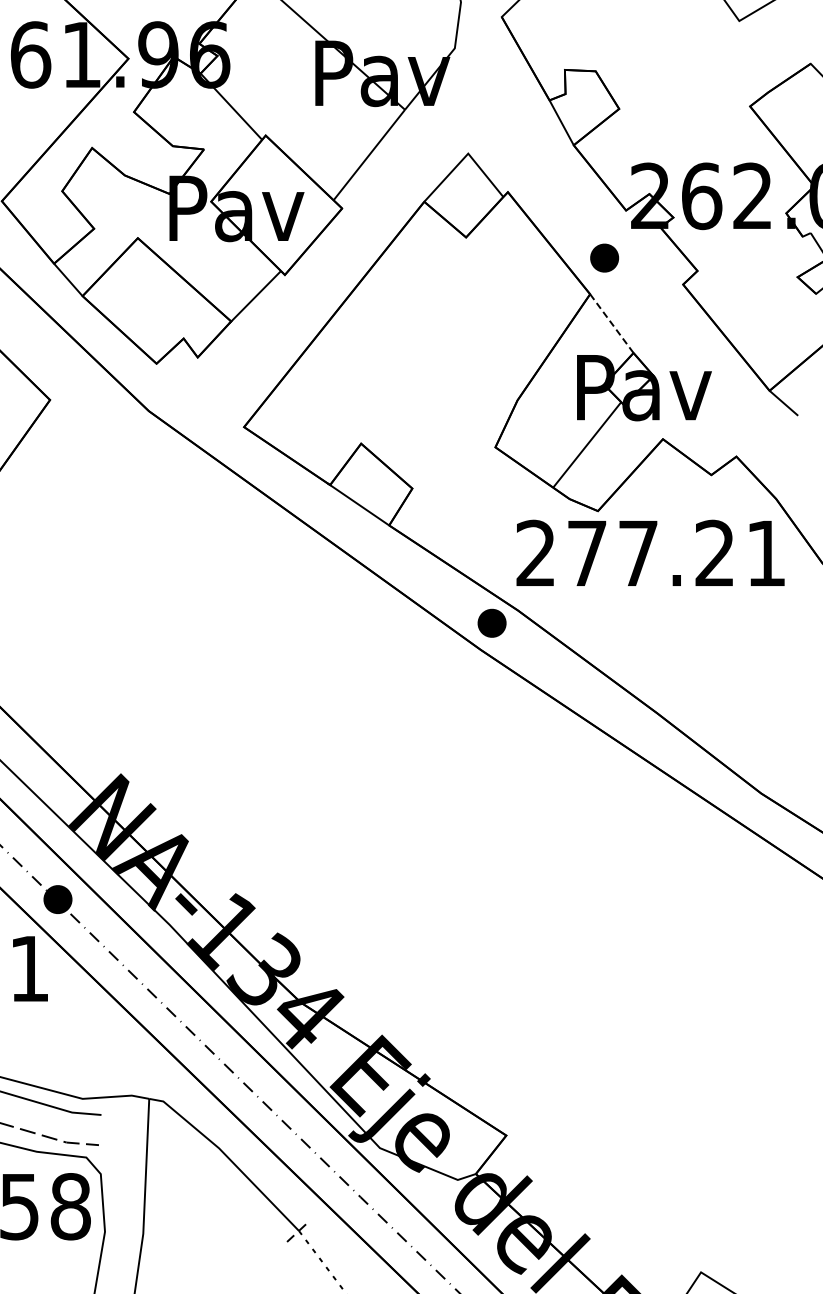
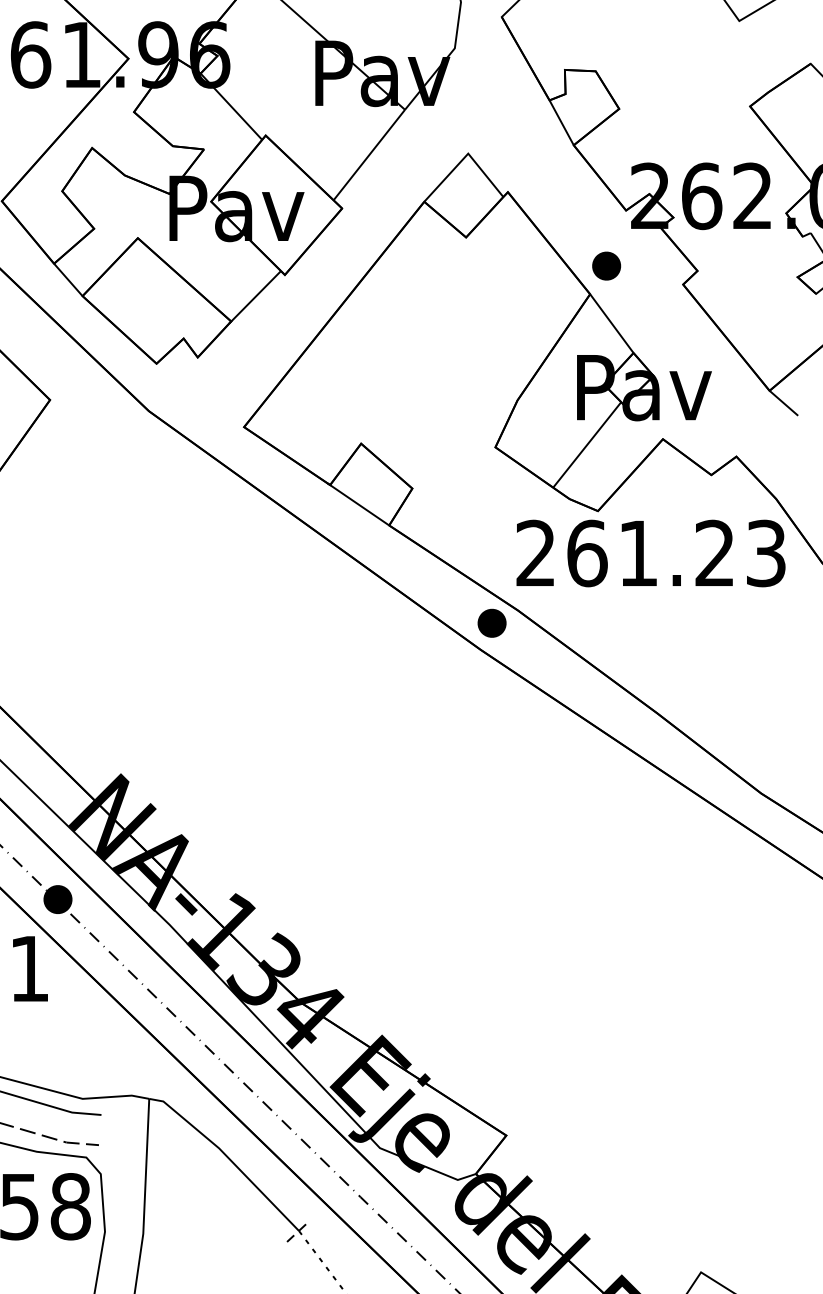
part at (604, 257) position: (604, 257) -> (606, 265)
line at (611, 323): dashed -> solid
text at (676, 553): 277.21 -> 261.23
